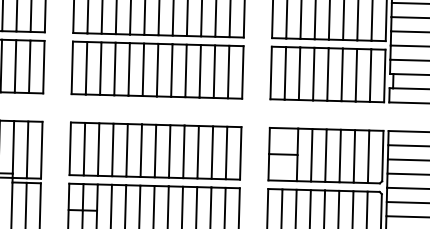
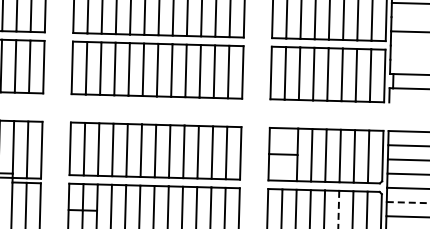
line at (408, 17): present -> none
line at (408, 45): present -> none
line at (408, 59): present -> none
line at (407, 102): present -> none
line at (407, 202): solid -> dashed
line at (338, 209): solid -> dashed
